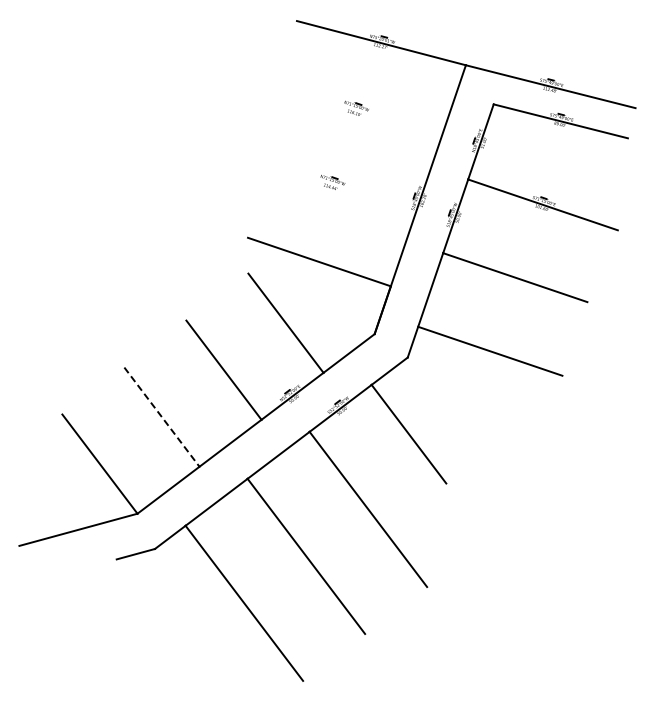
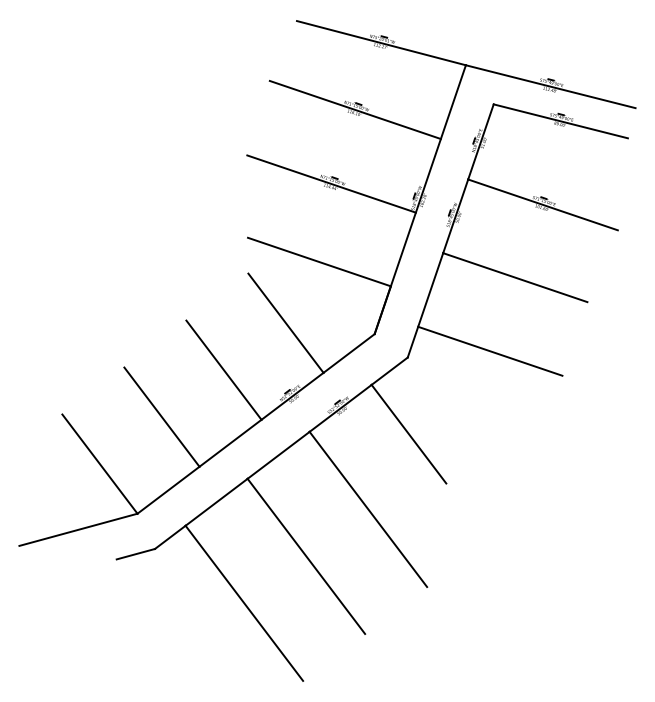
line at (354, 109): none -> present
line at (331, 183): none -> present
line at (162, 417): dashed -> solid
